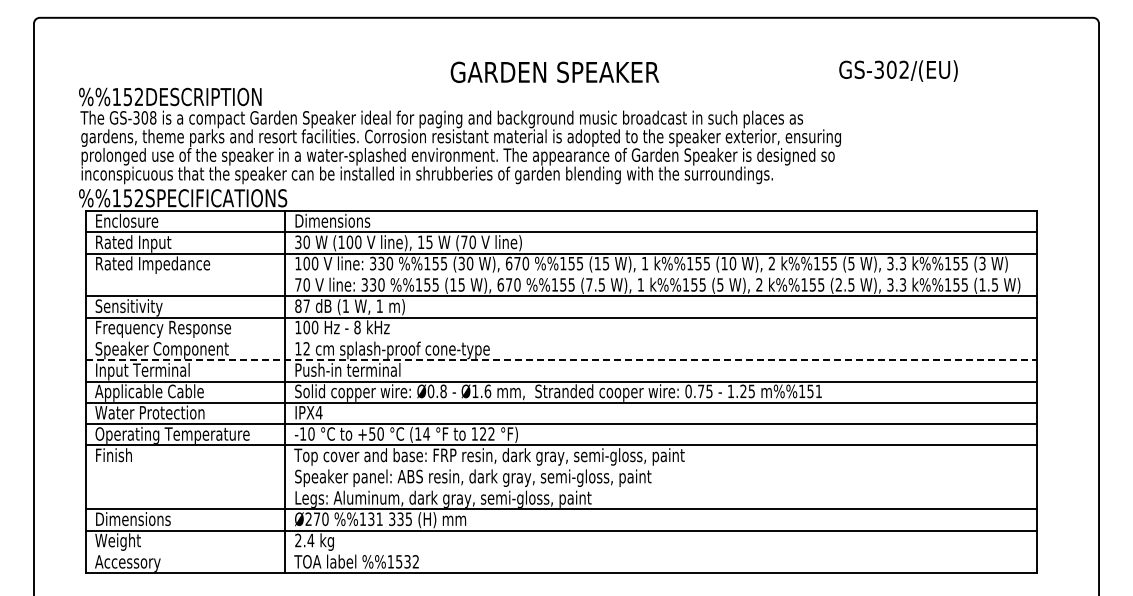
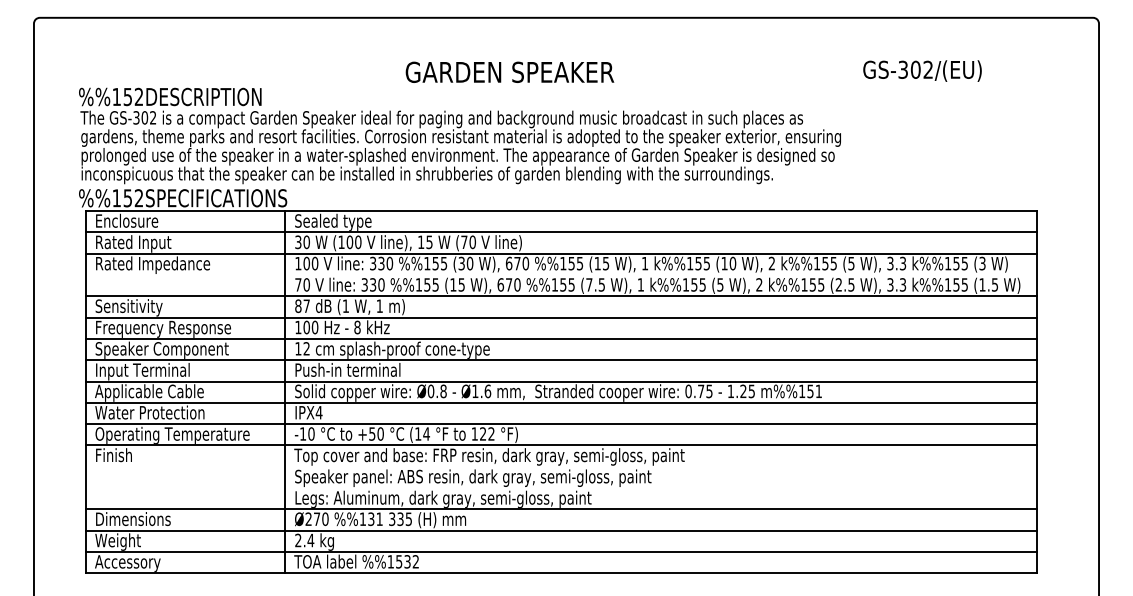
text at (898, 70) position: (898, 70) -> (922, 70)
text at (554, 71) position: (554, 71) -> (509, 71)
text at (153, 117): GS-308 -> GS-302
text at (333, 221): Dimensions -> Sealed type
line at (560, 338): none -> present
line at (561, 360): dashed -> solid
line at (560, 551): none -> present
